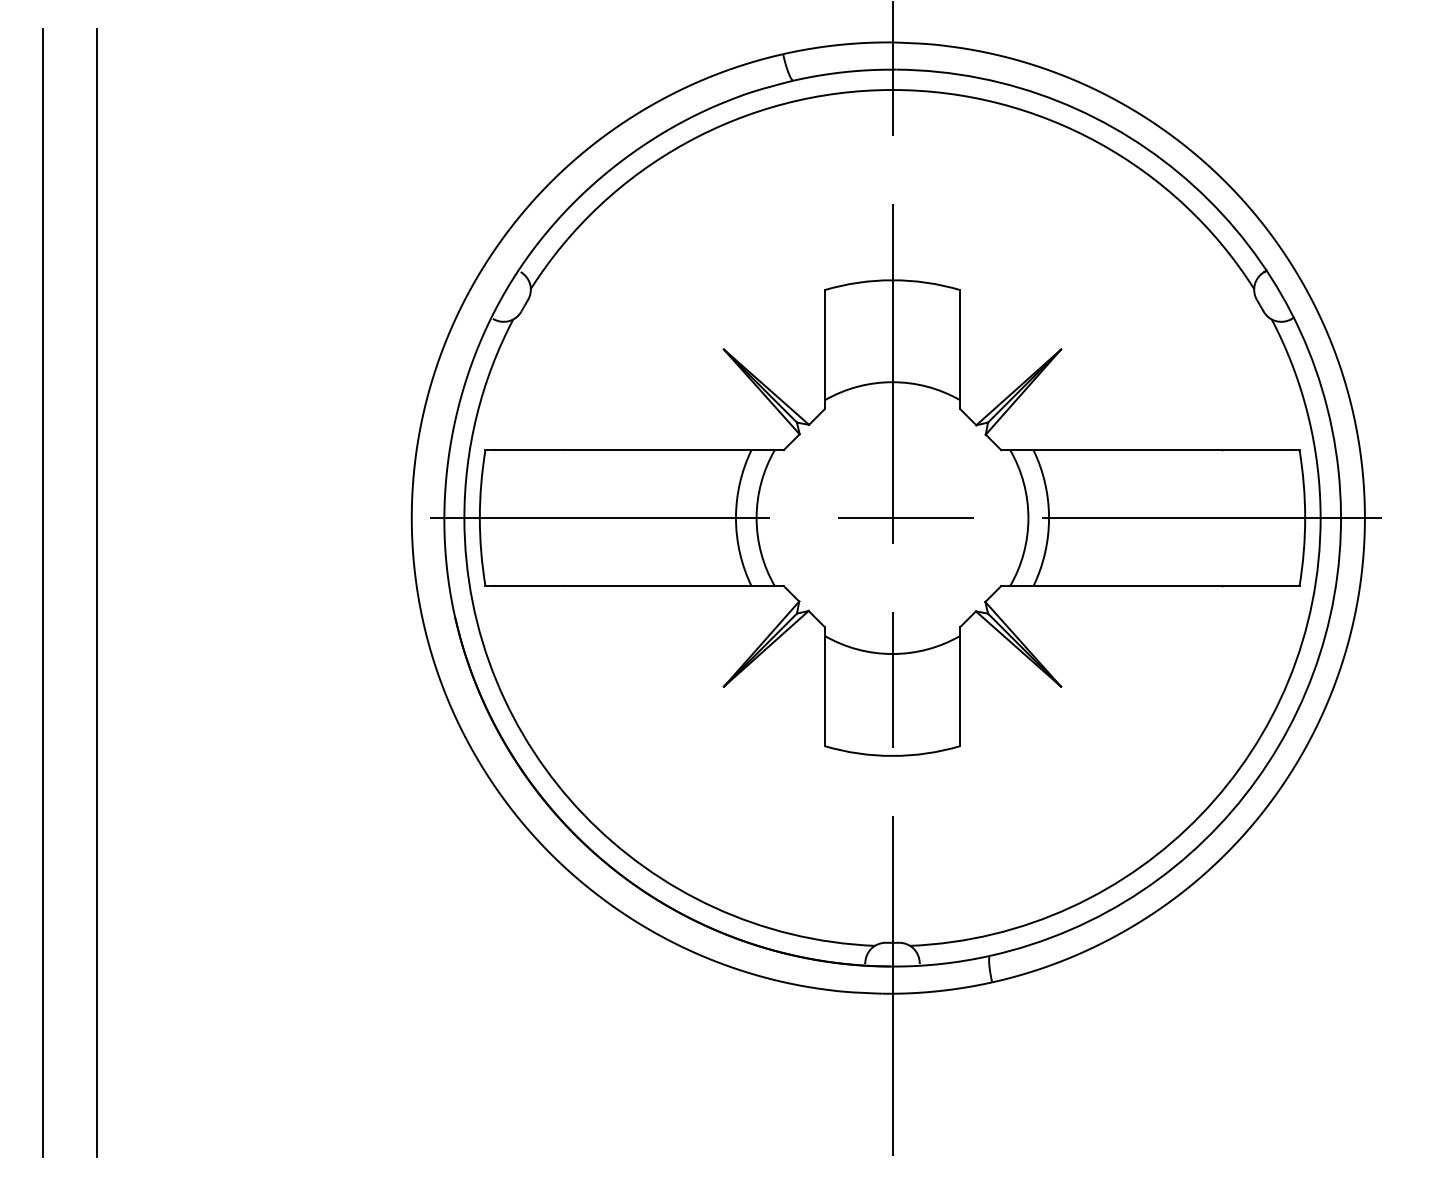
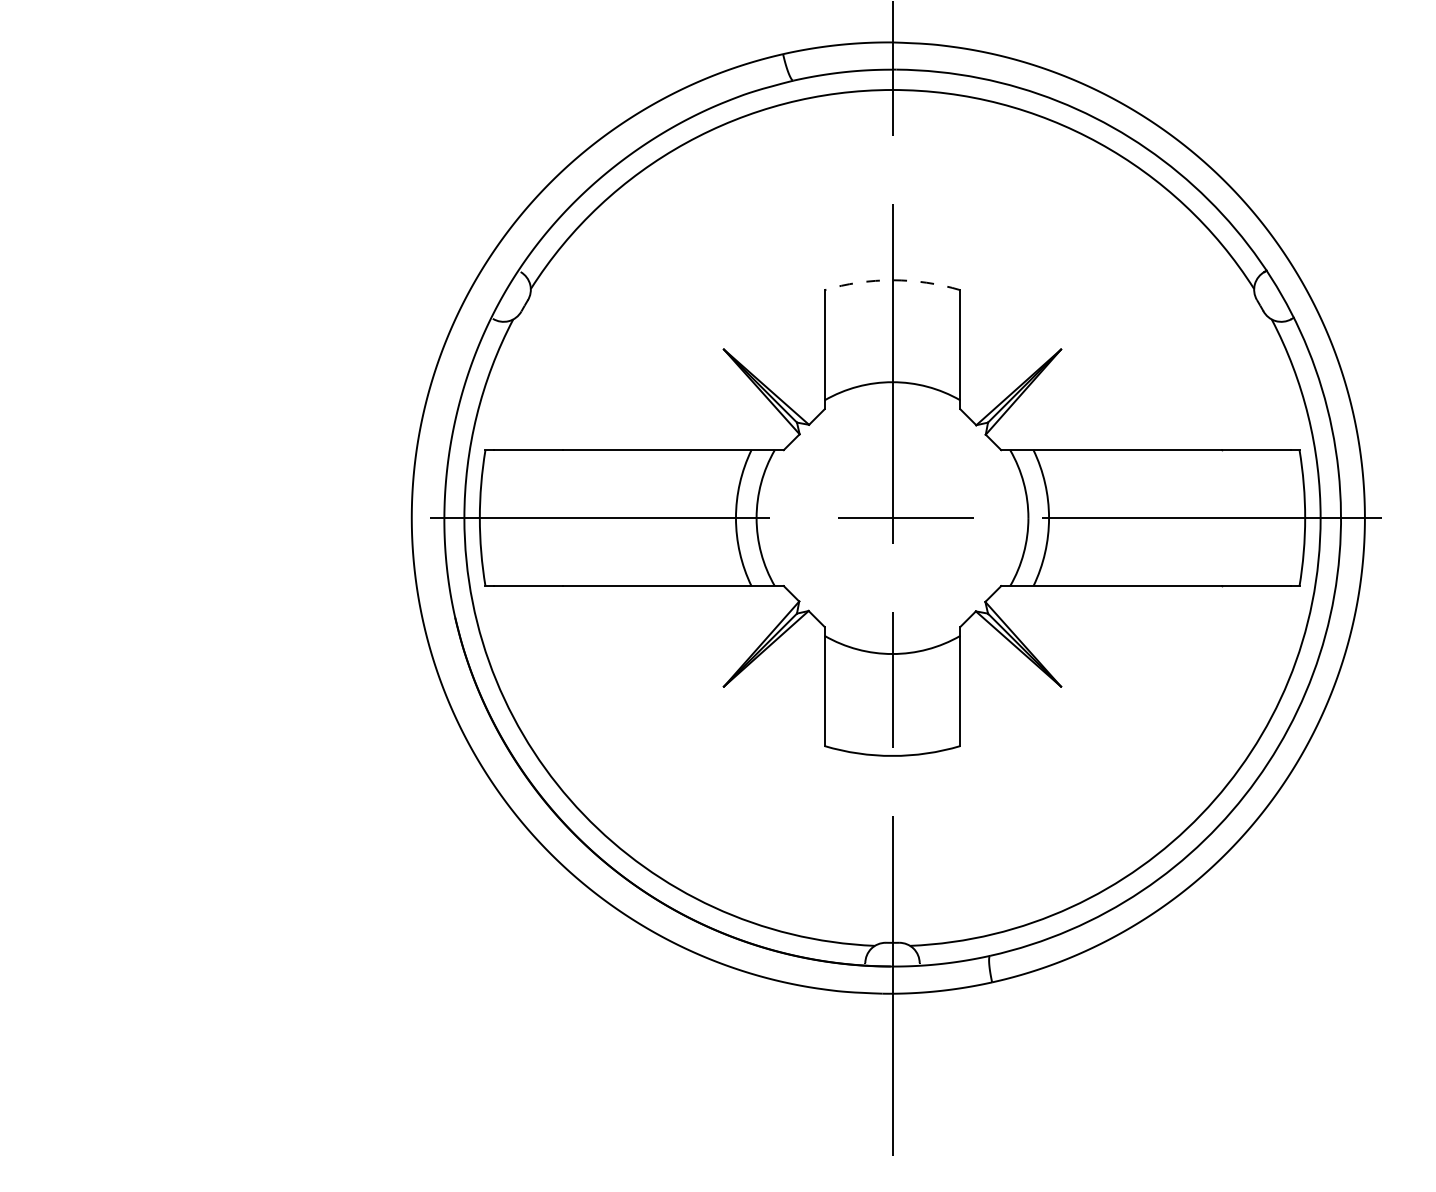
arc at (892, 280): solid -> dashed
line at (43, 592): present -> none
line at (96, 592): present -> none
